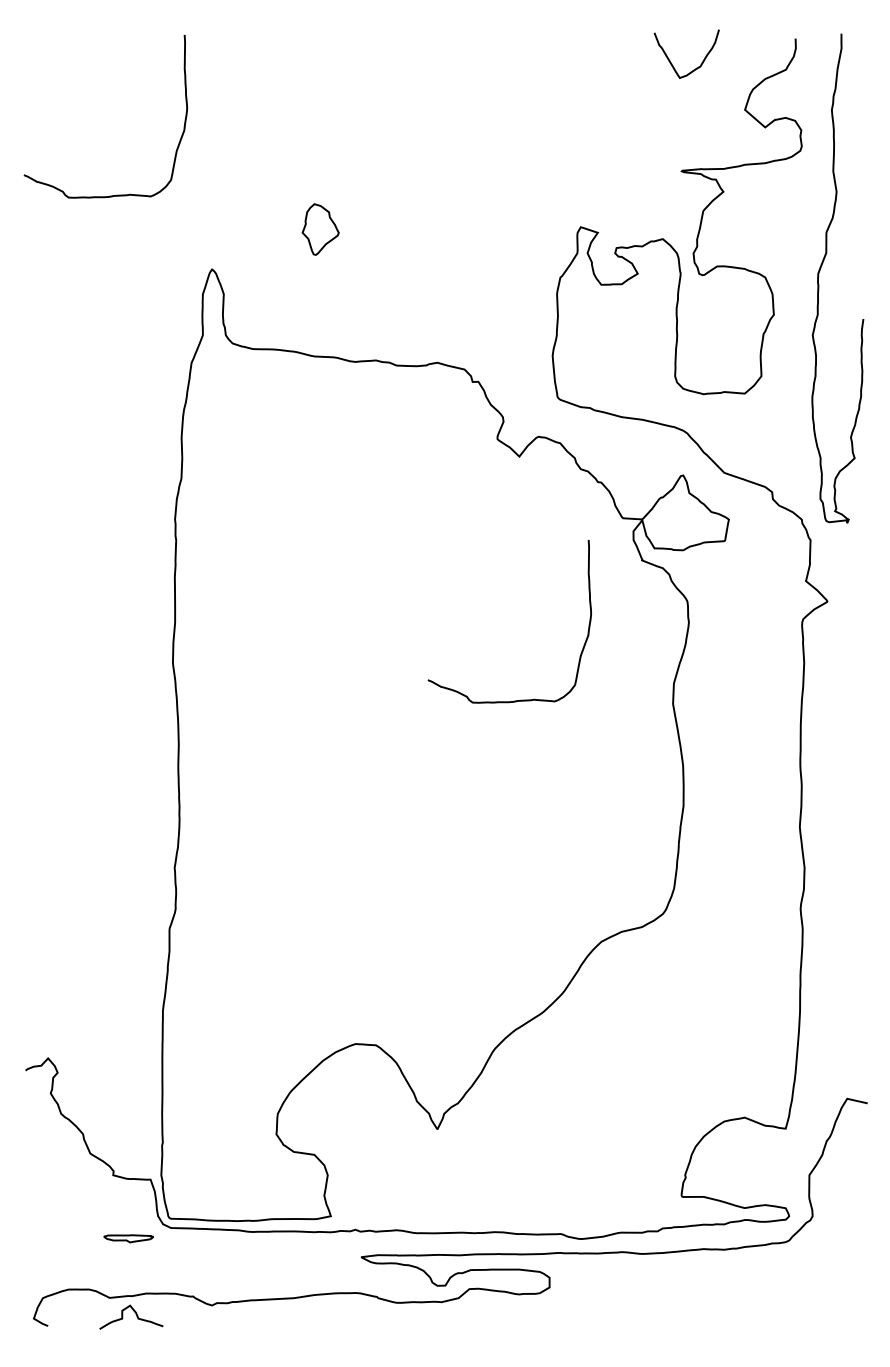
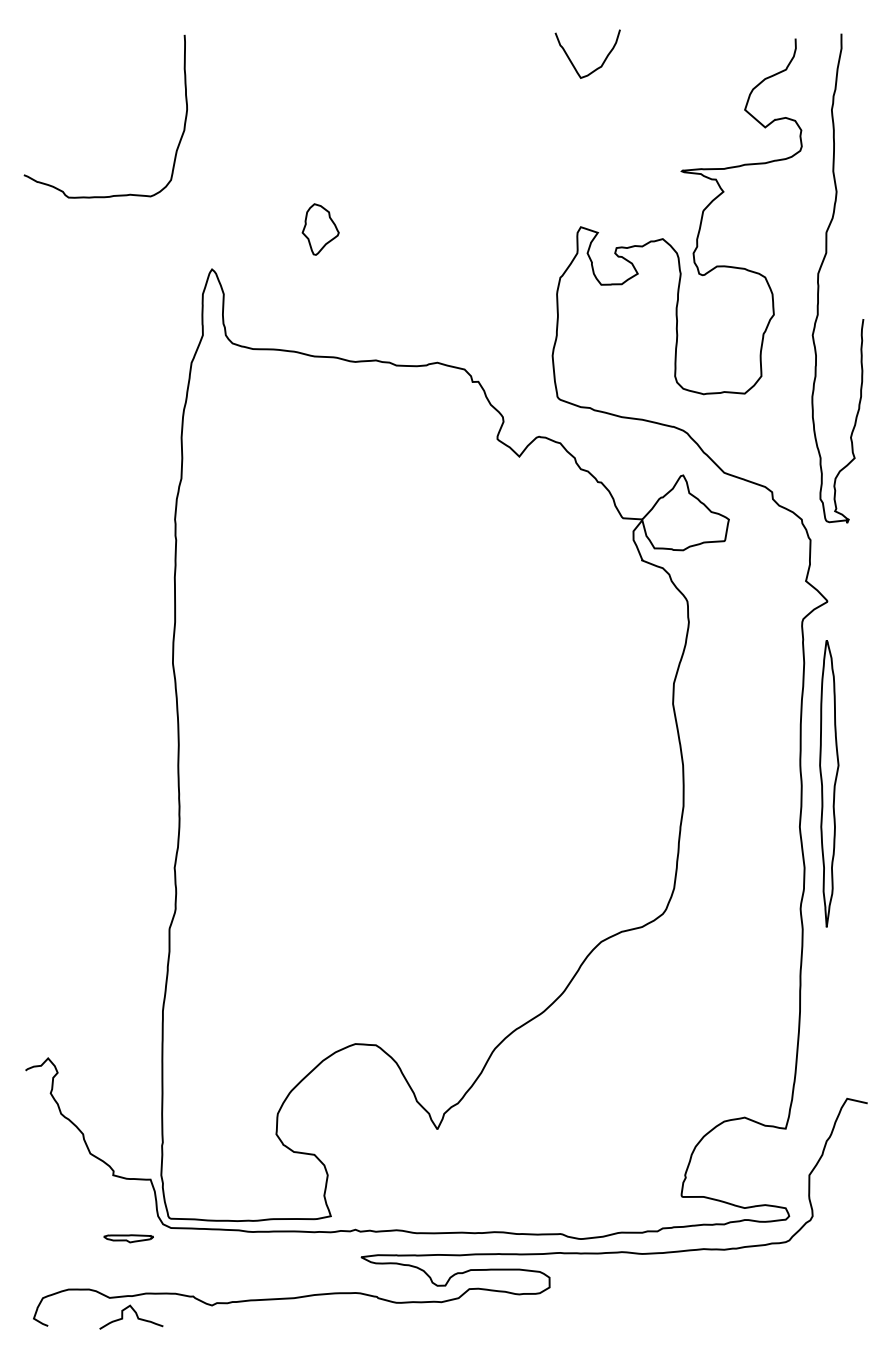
curve at (672, 63) position: (672, 63) -> (573, 63)
curve at (582, 647): present -> none
part at (829, 783): none -> present
